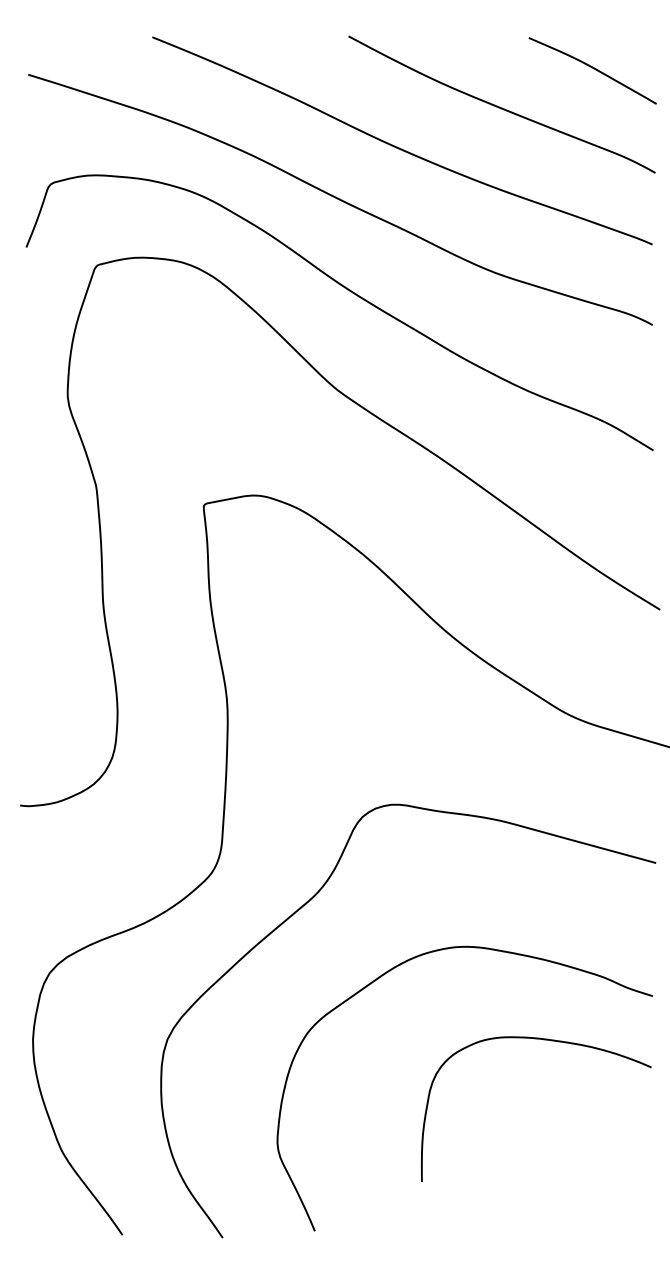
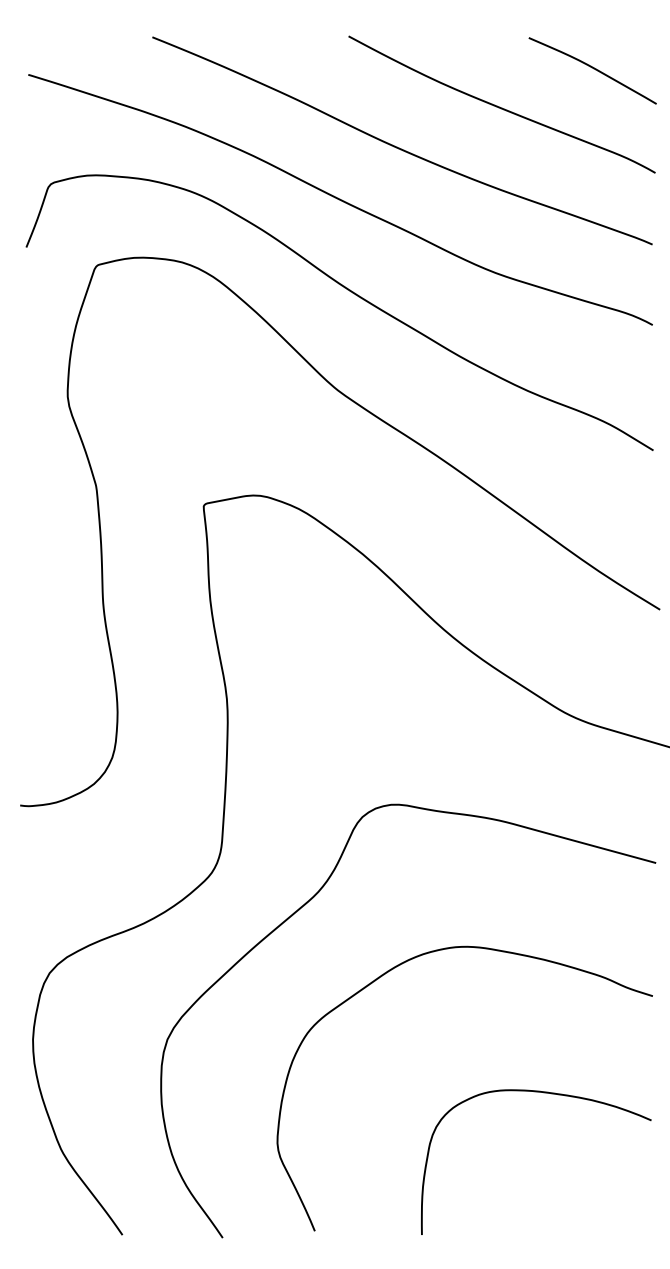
curve at (543, 1040) position: (543, 1040) -> (543, 1093)
